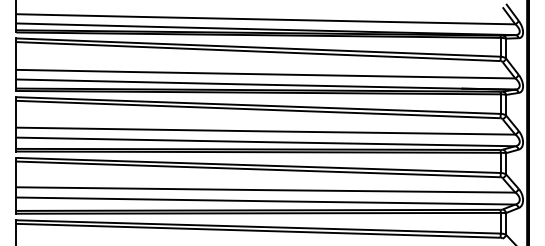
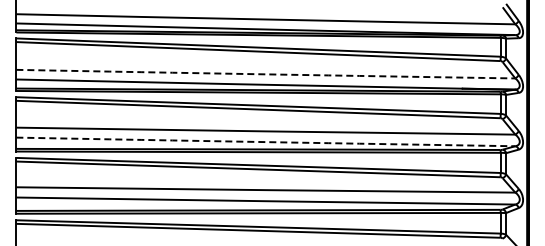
arc at (265, 74): solid -> dashed
arc at (265, 142): solid -> dashed
